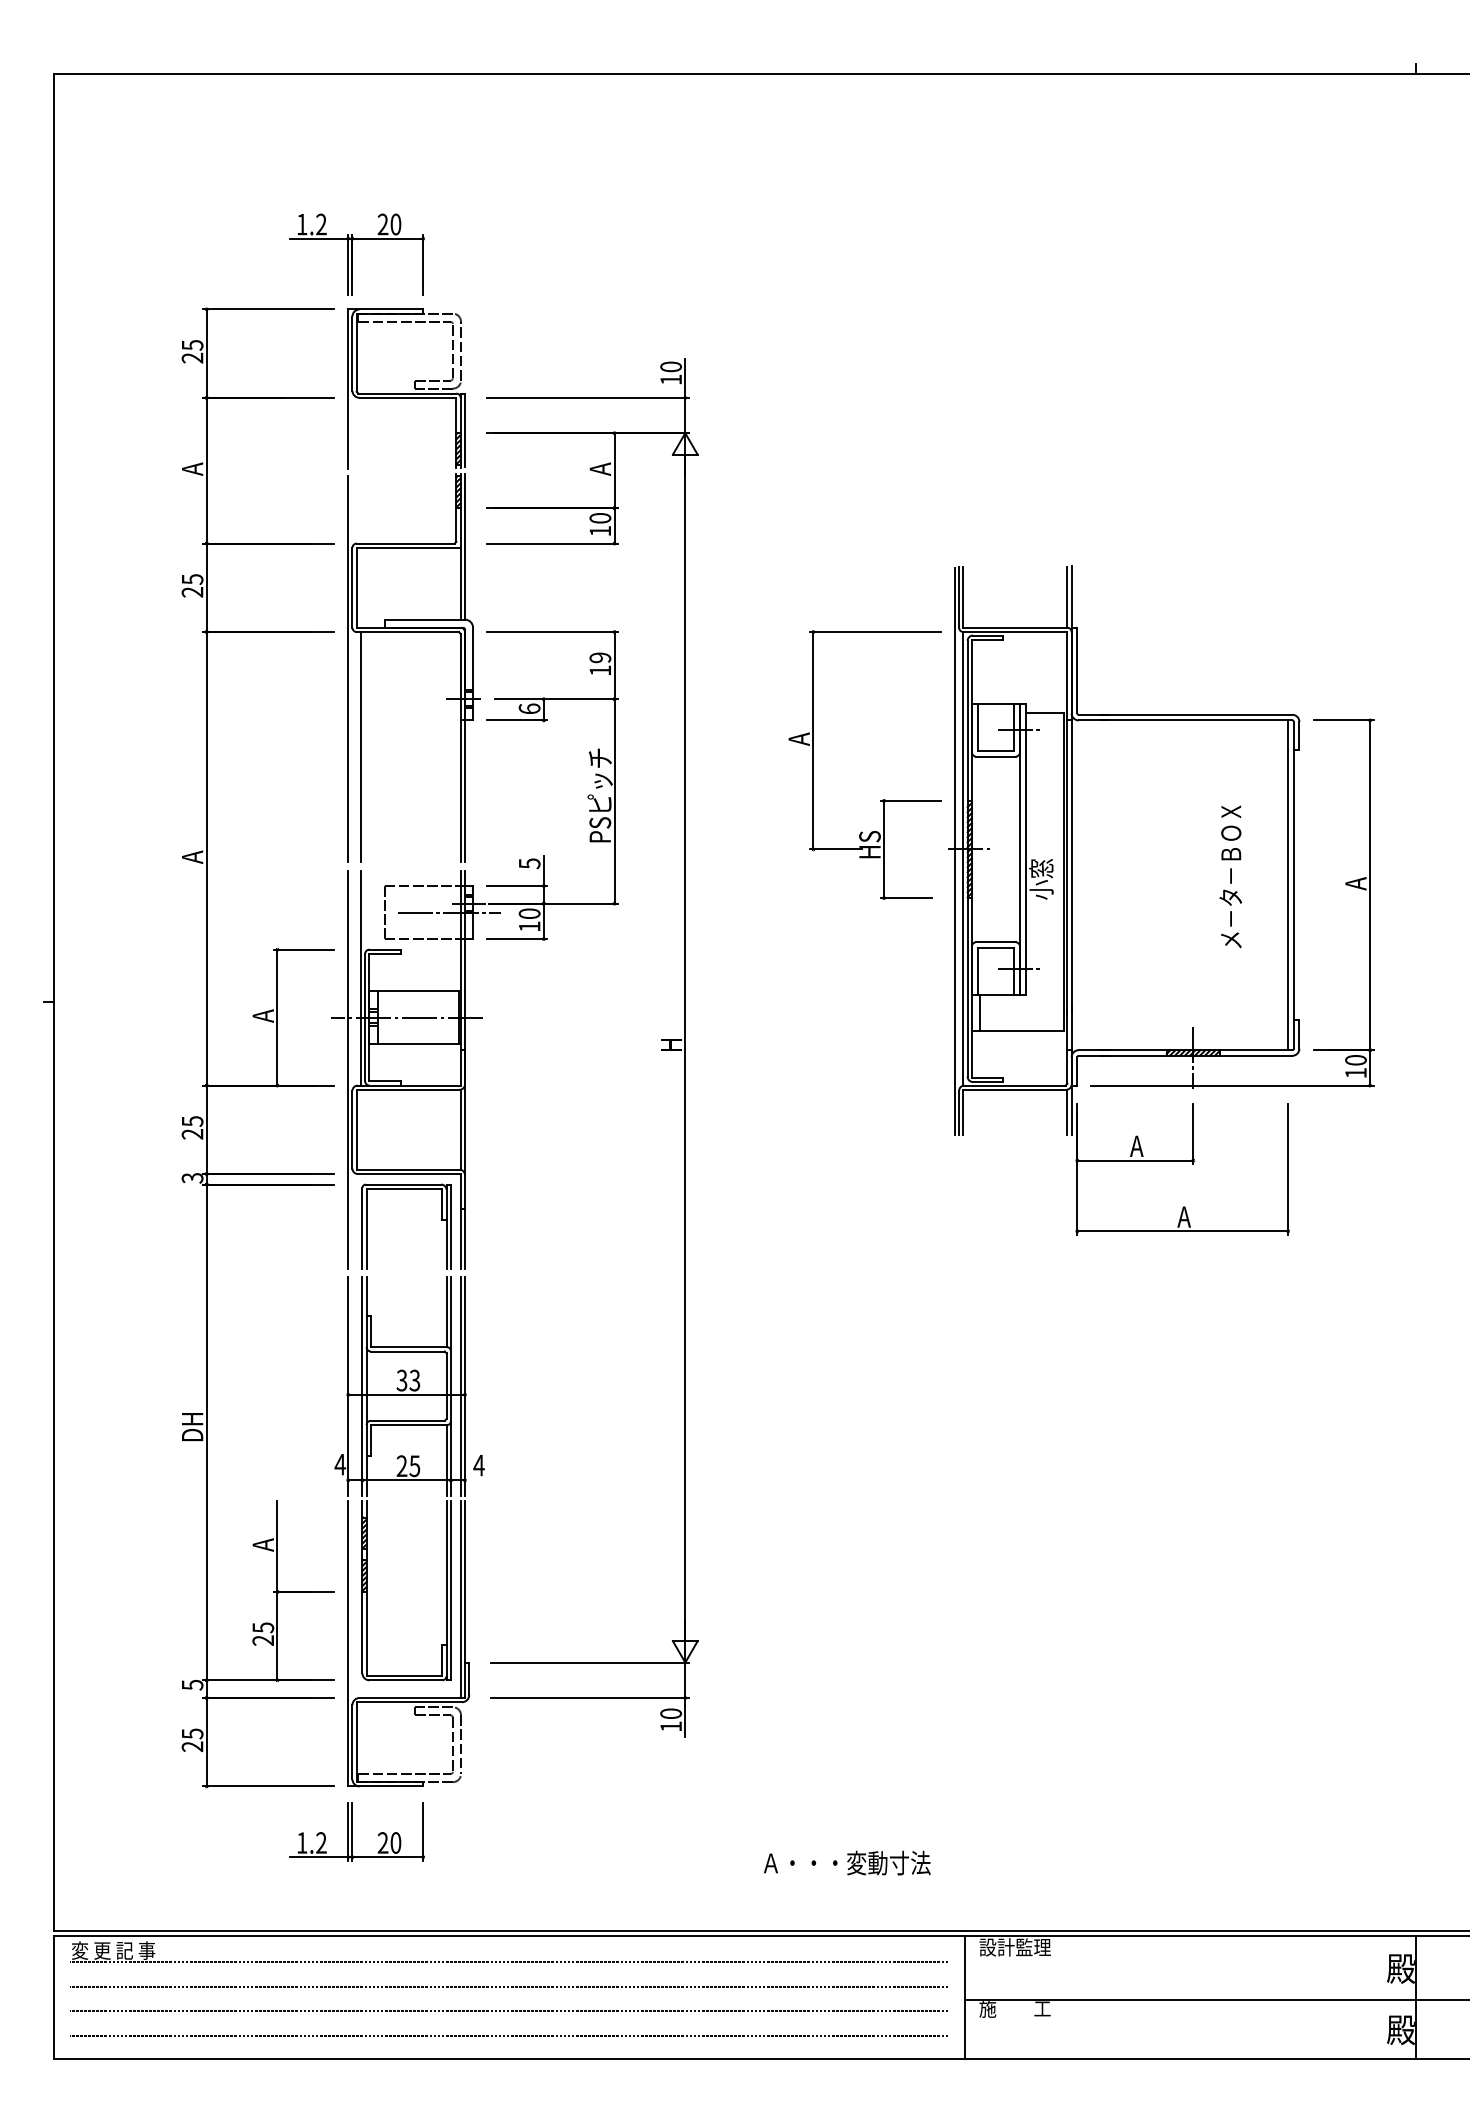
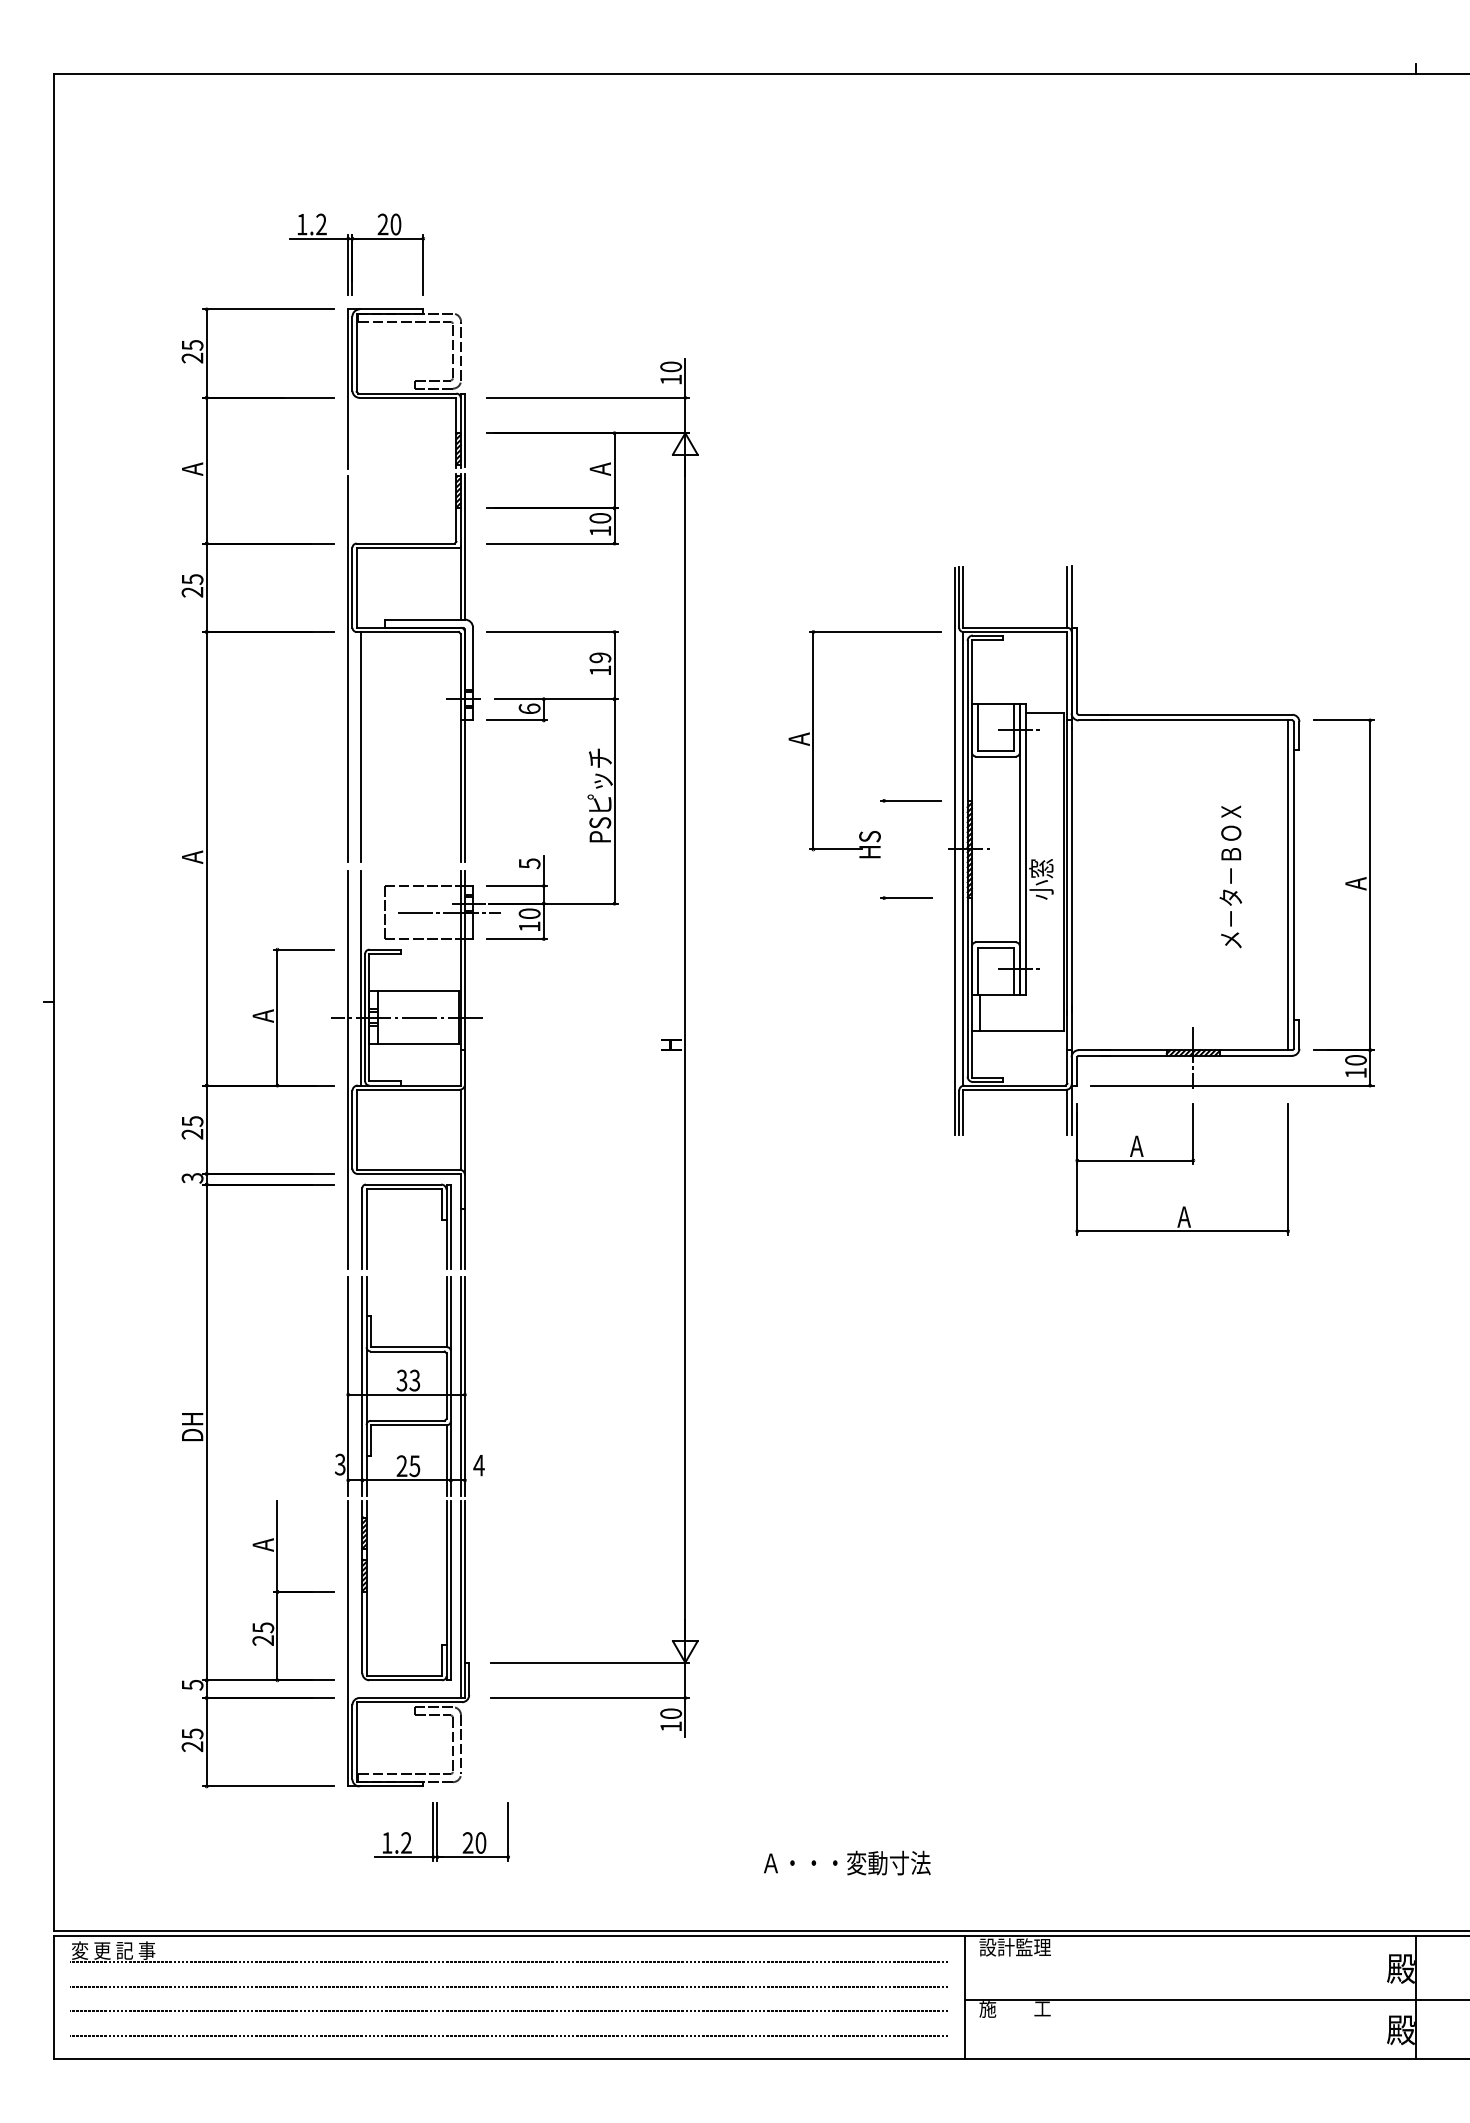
line at (884, 849): present -> none
text at (340, 1464): 4 -> 3
part at (356, 1831) position: (356, 1831) -> (441, 1831)
